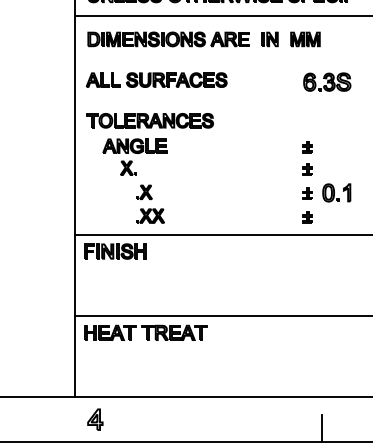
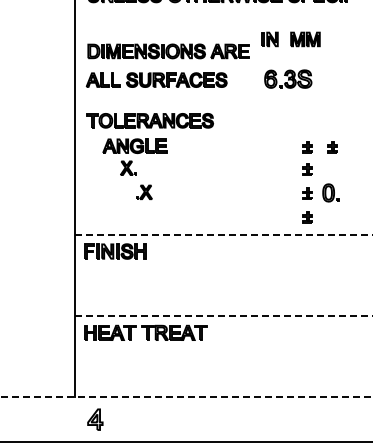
line at (221, 15): present -> none
part at (168, 39) position: (168, 39) -> (168, 51)
part at (327, 81) position: (327, 81) -> (288, 78)
part at (332, 147): none -> present
part at (347, 192): present -> none
part at (150, 215): present -> none
line at (223, 234): solid -> dashed
line at (223, 315): solid -> dashed
line at (186, 397): solid -> dashed
line at (321, 428): present -> none
